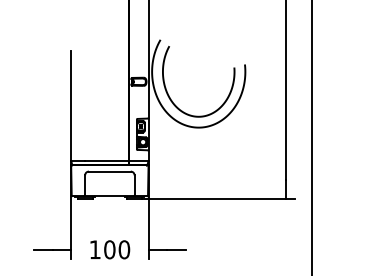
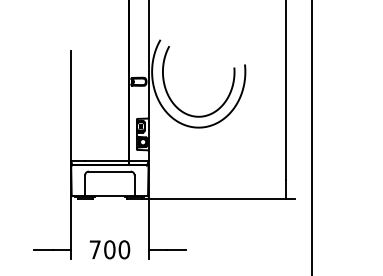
text at (94, 249): 100 -> 700
